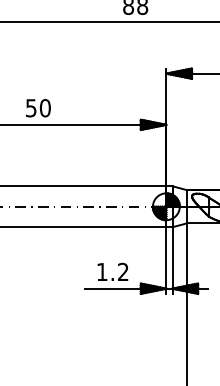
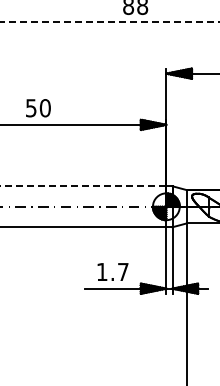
line at (110, 22): solid -> dashed
line at (83, 186): solid -> dashed
text at (123, 271): 1.2 -> 1.7
